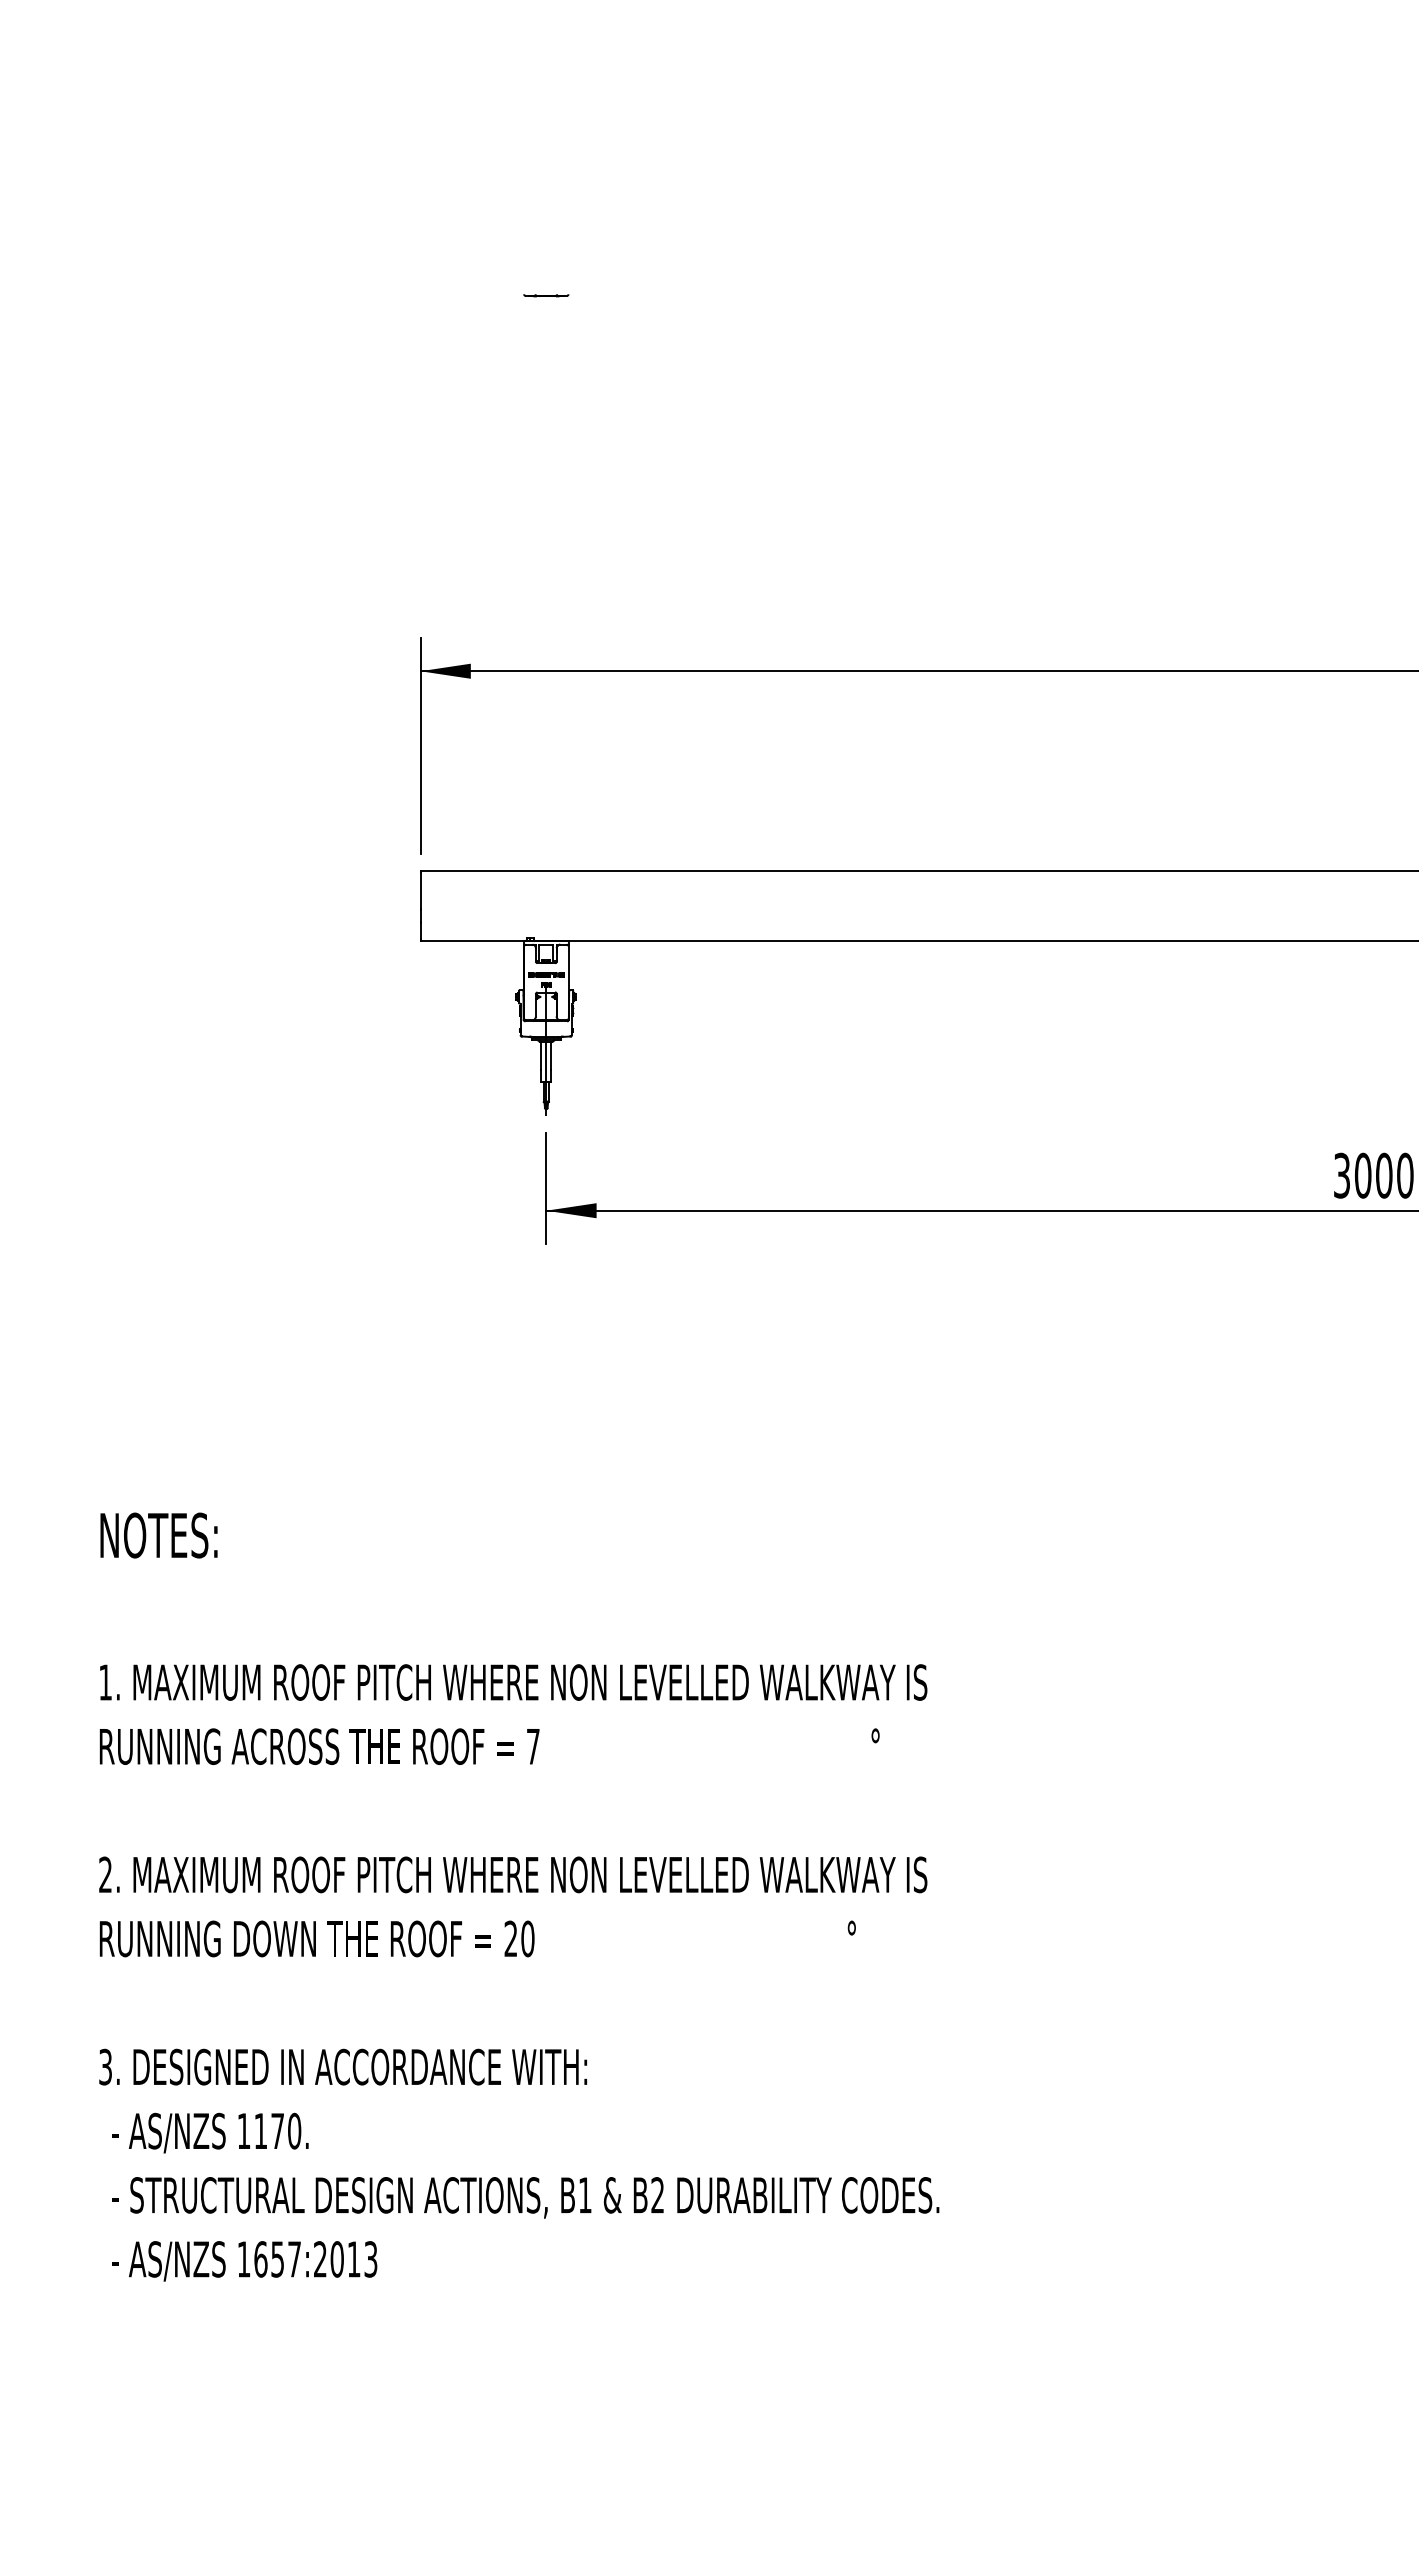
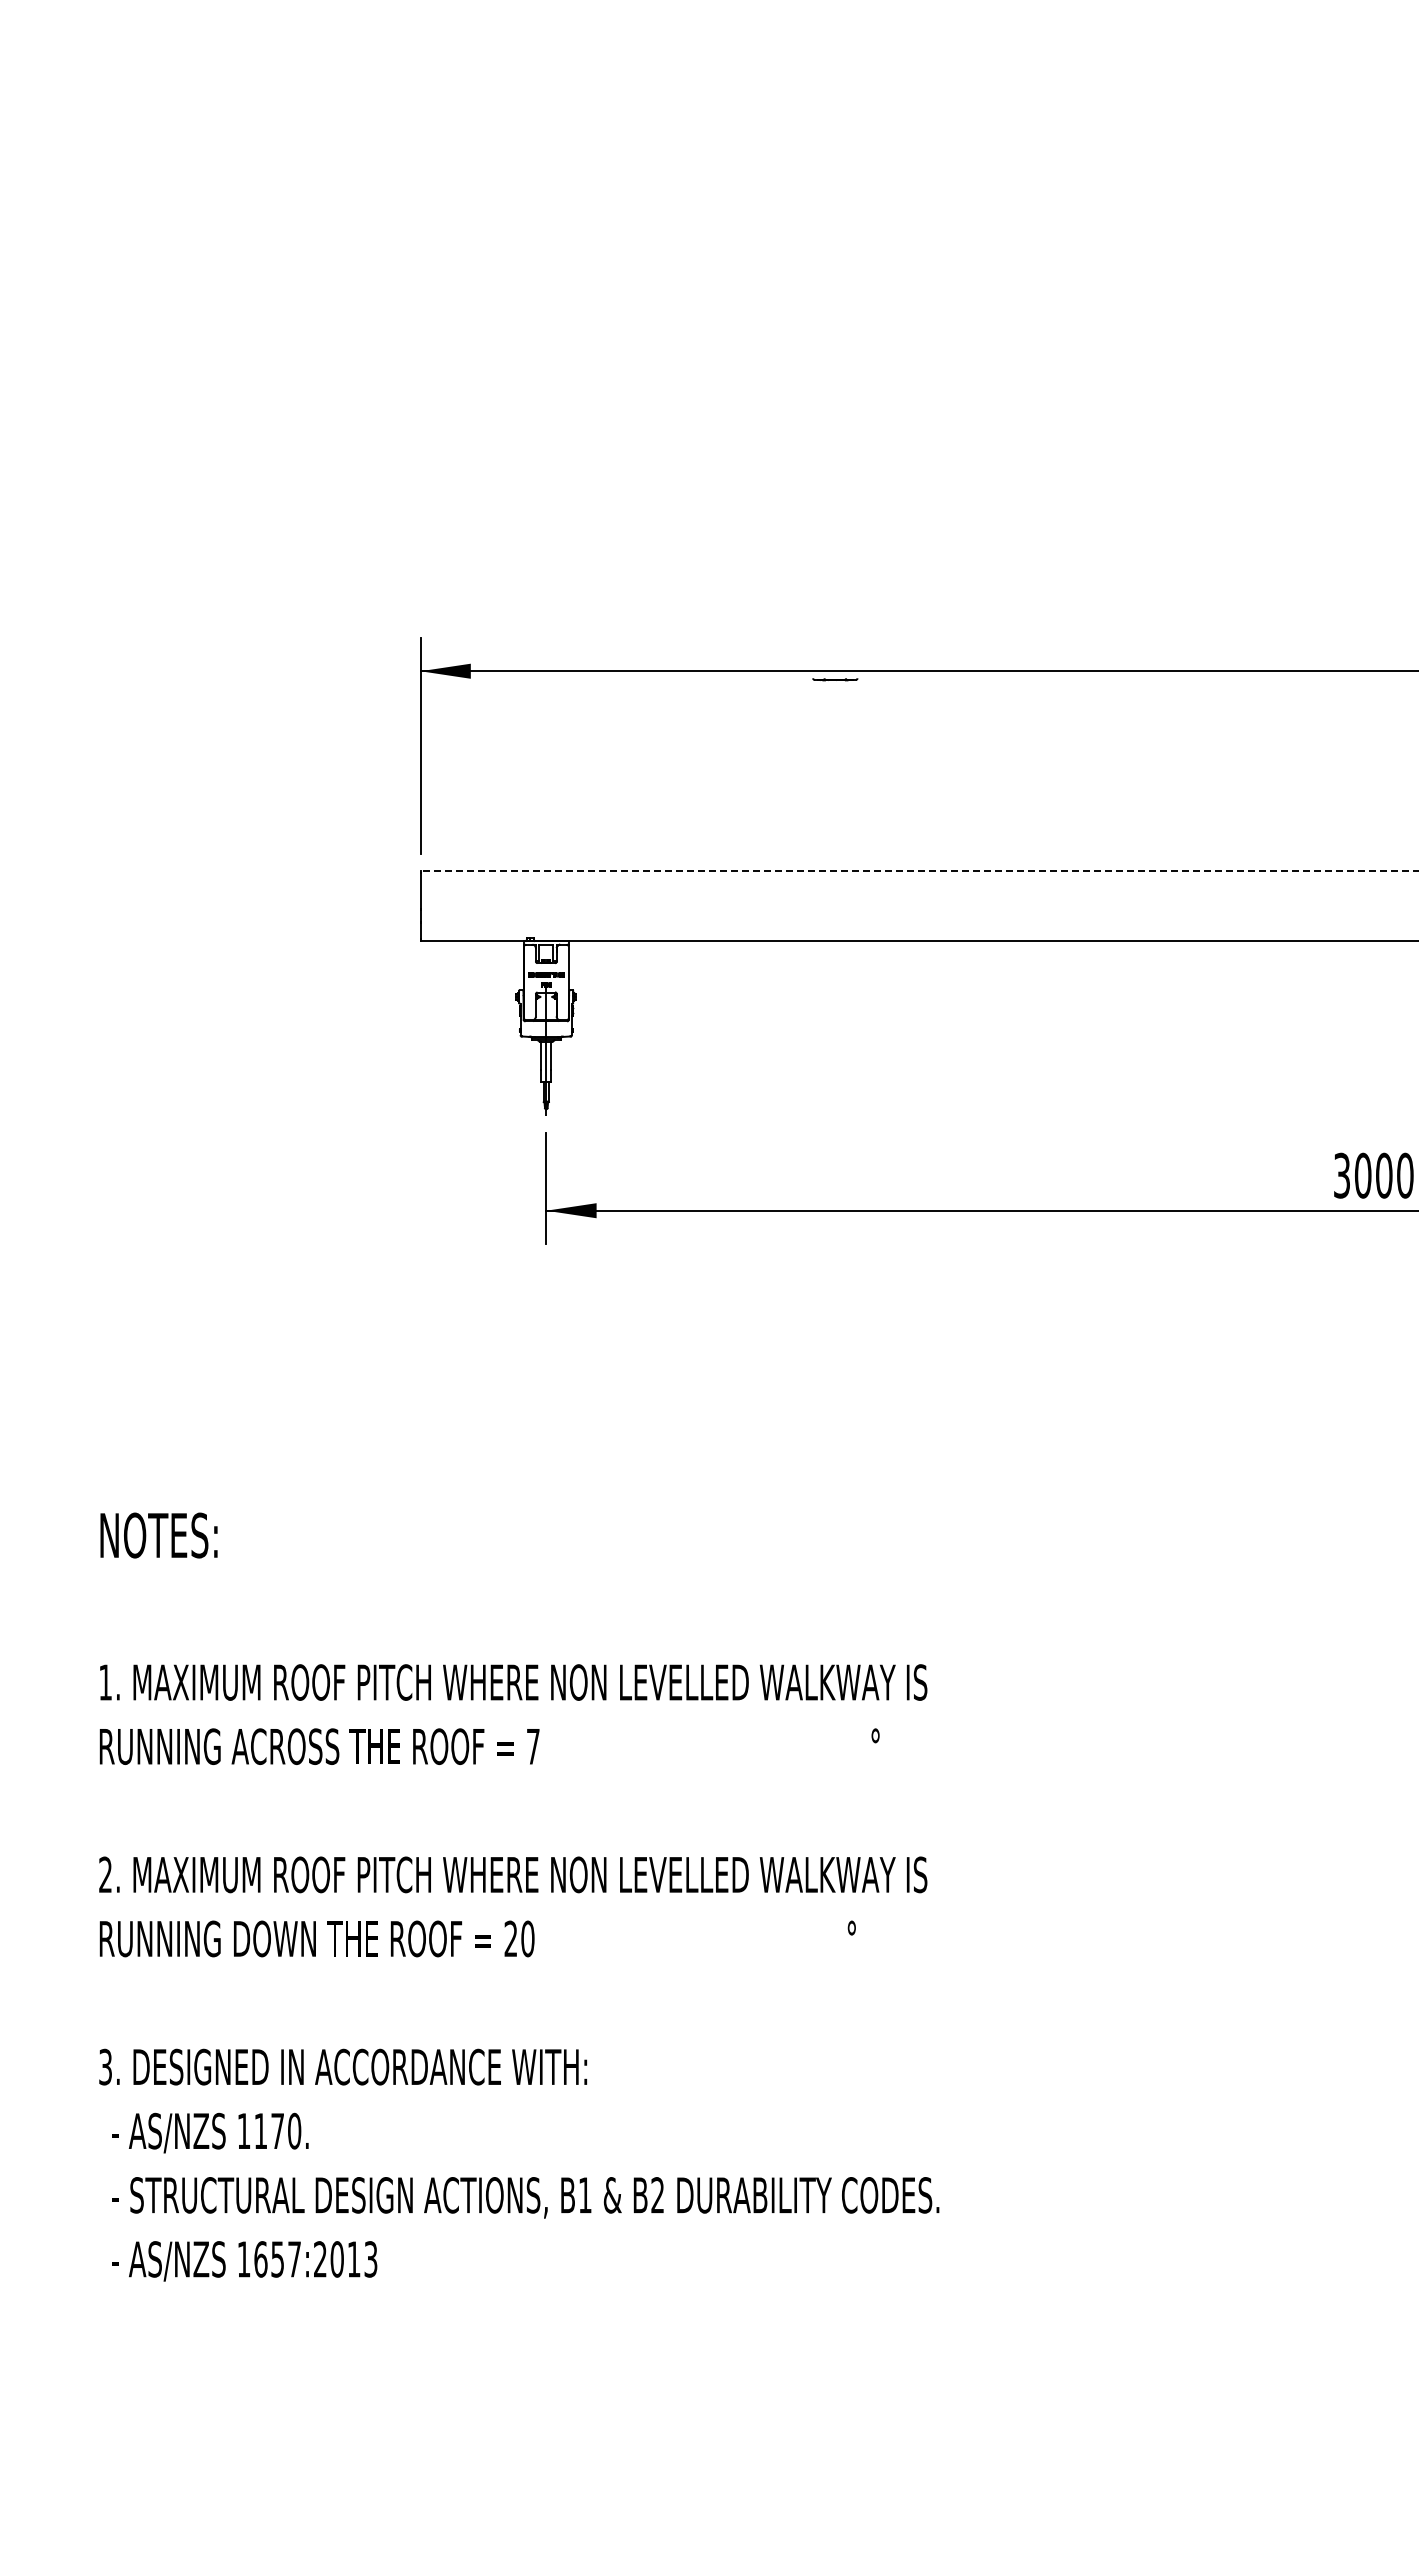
part at (546, 295) position: (546, 295) -> (835, 679)
line at (919, 871): solid -> dashed
